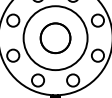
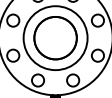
circle at (55, 38) size: 33x33 px -> 45x45 px
